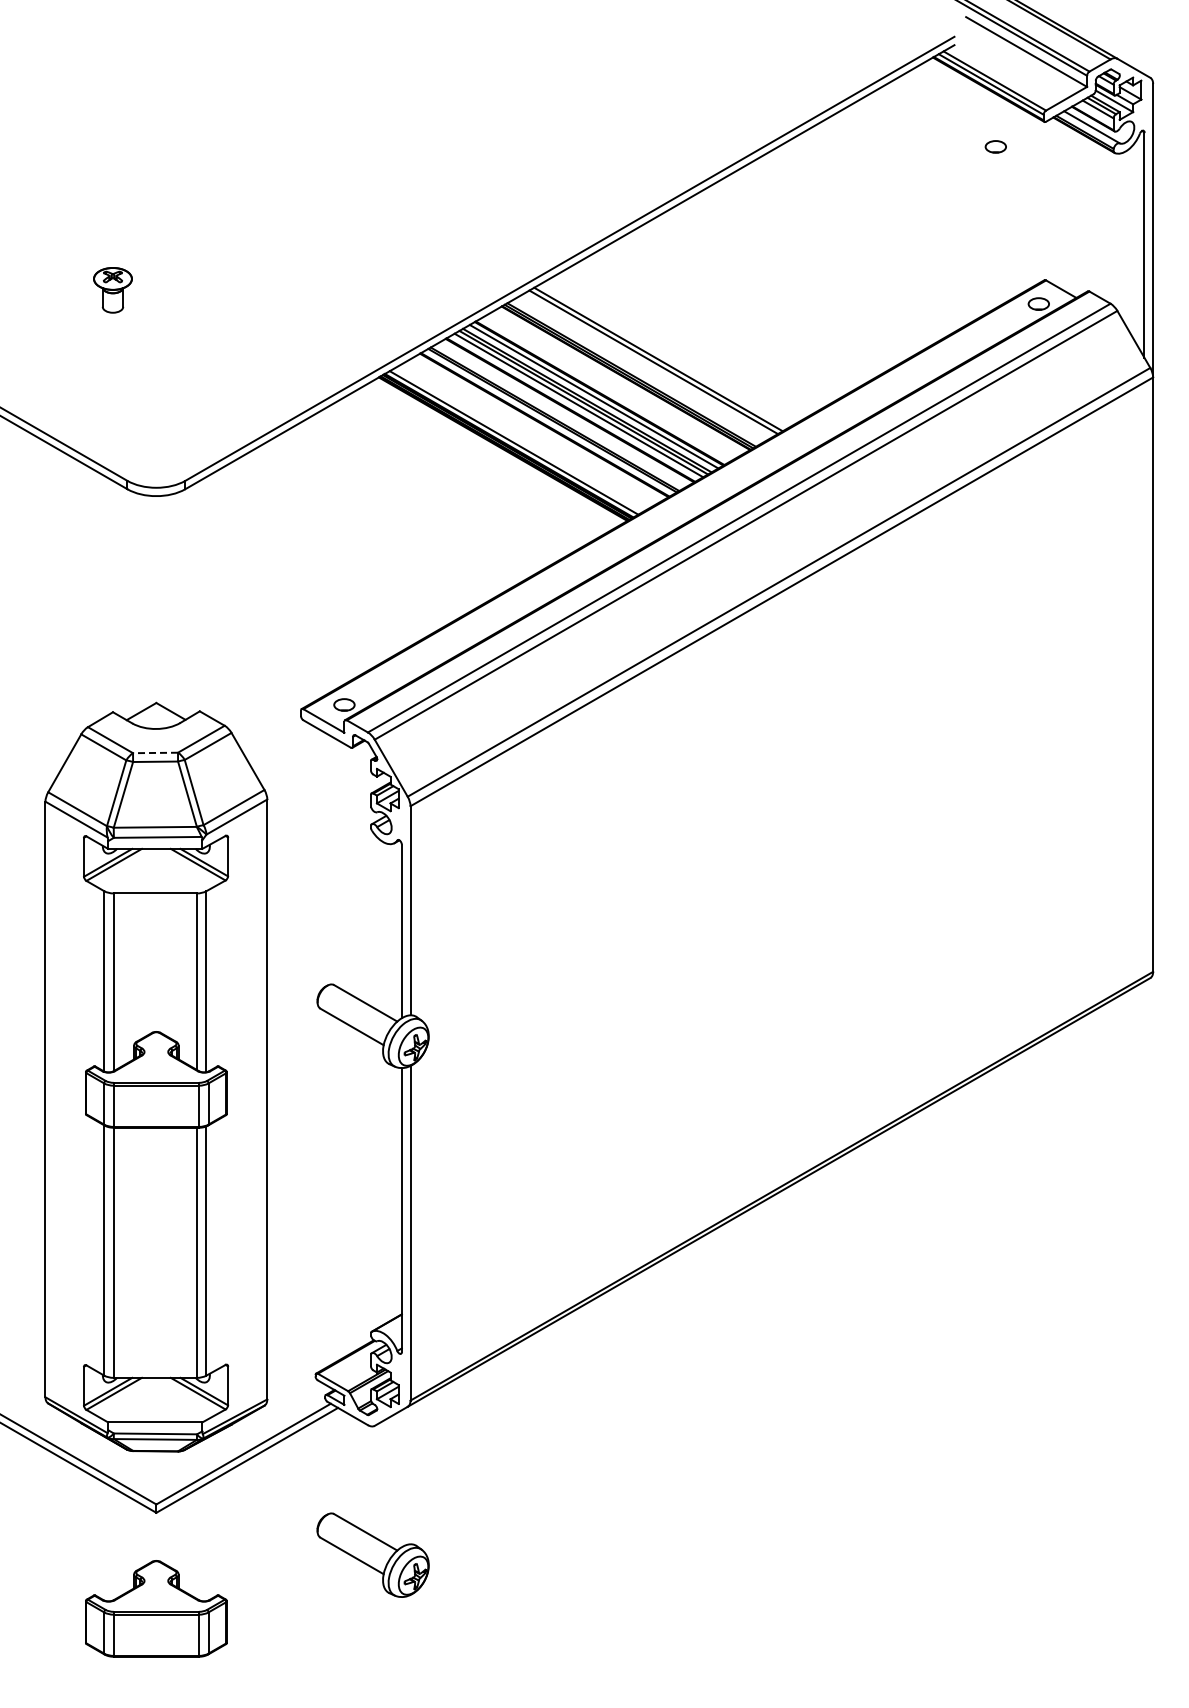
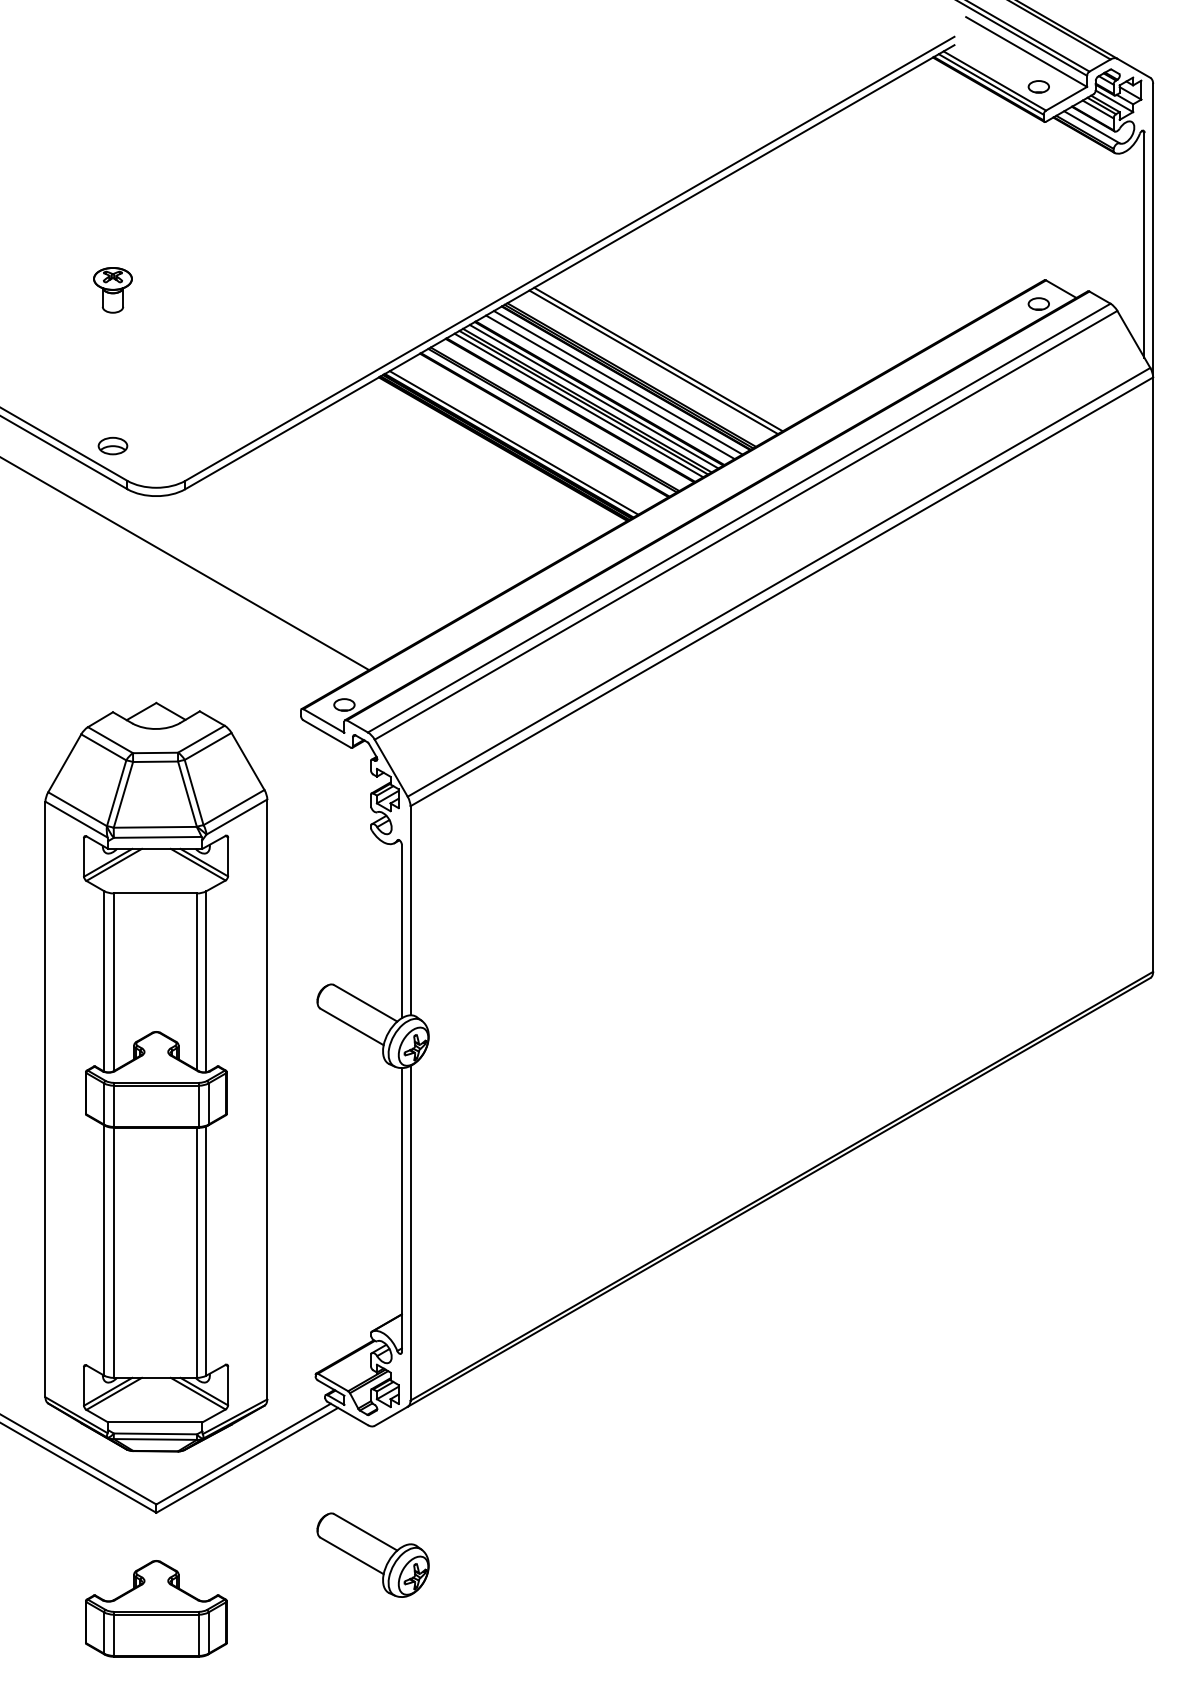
part at (995, 146) position: (995, 146) -> (1038, 86)
line at (617, 382): none -> present
line at (610, 387): none -> present
part at (112, 445): none -> present
line at (185, 564): none -> present
line at (155, 752): dashed -> solid
